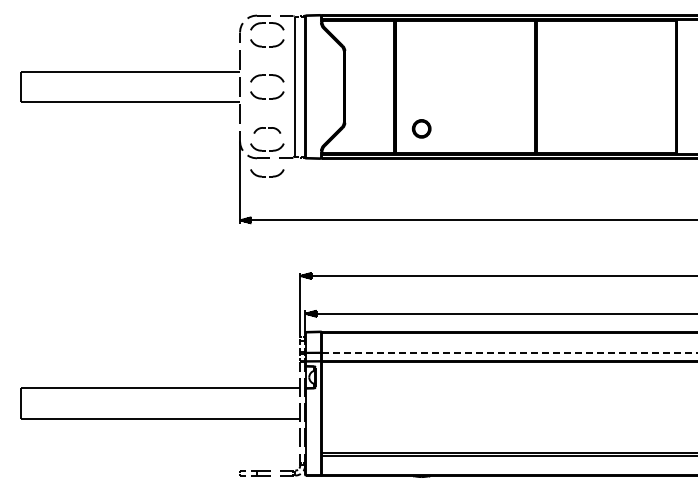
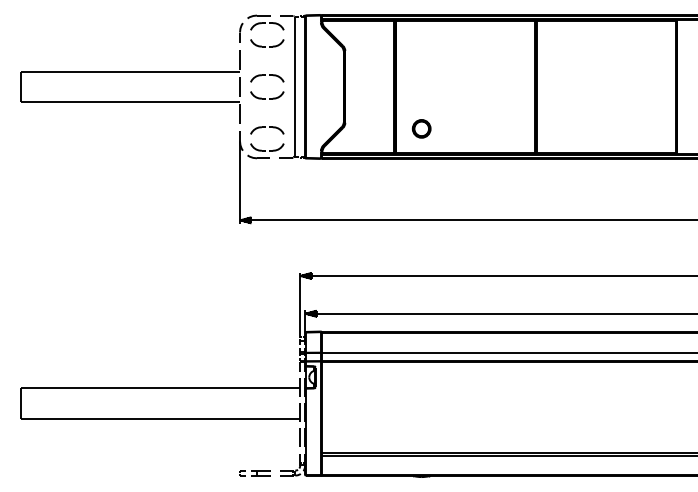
part at (267, 130) size: 29x7 px -> 35x9 px
part at (267, 173): present -> none
line at (509, 352): dashed -> solid
